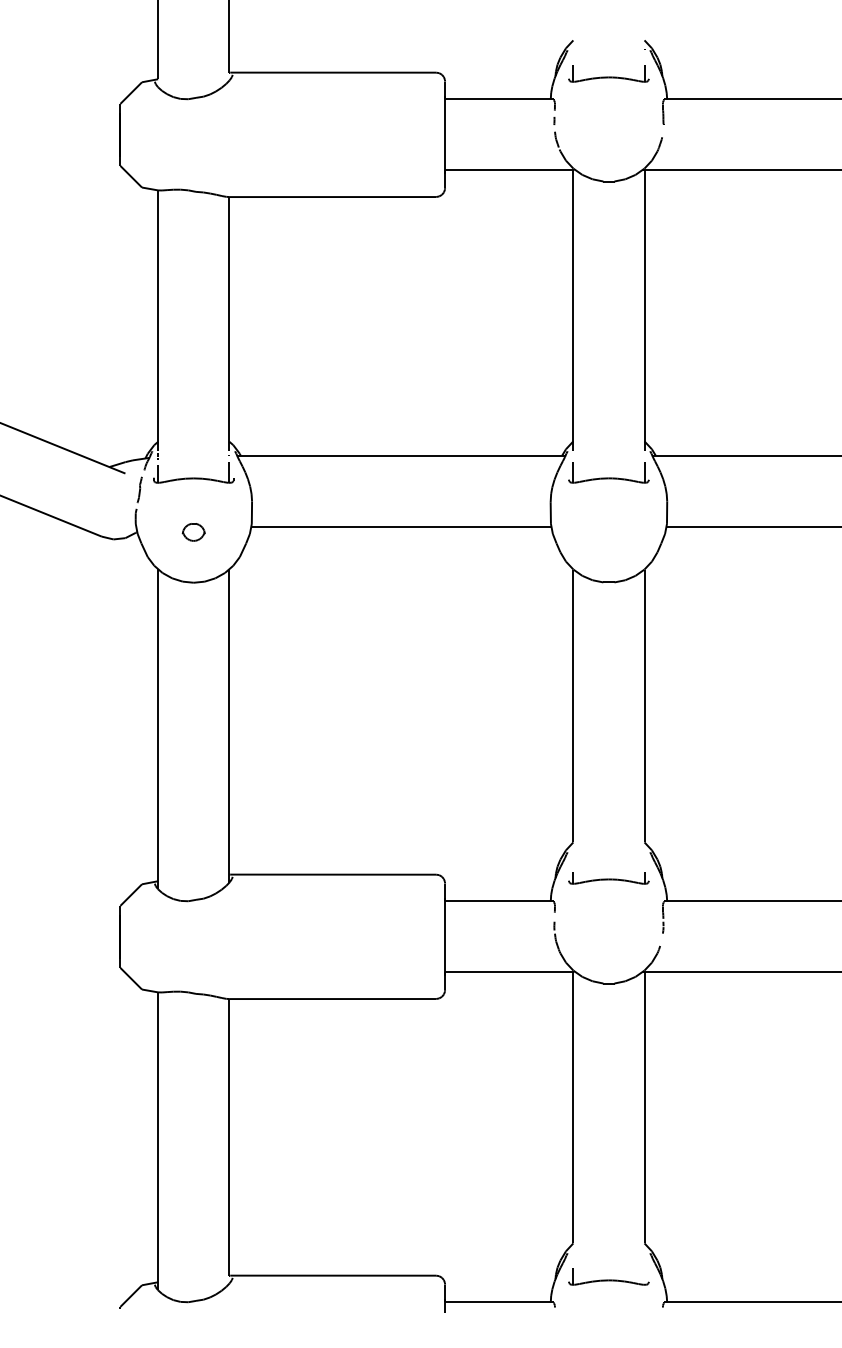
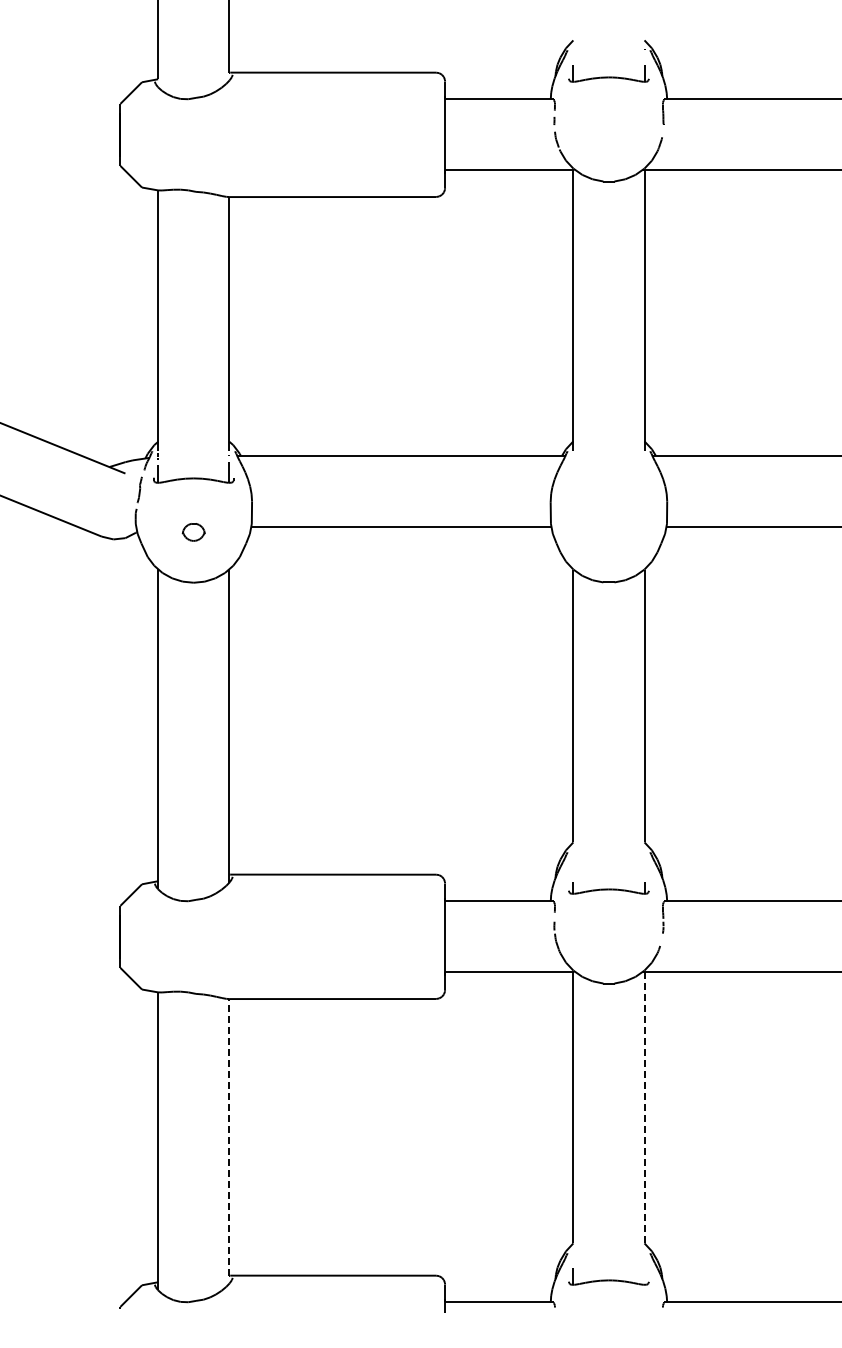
part at (608, 472): present -> none
part at (608, 878) position: (608, 878) -> (608, 888)
line at (644, 1107): solid -> dashed
line at (229, 1136): solid -> dashed
